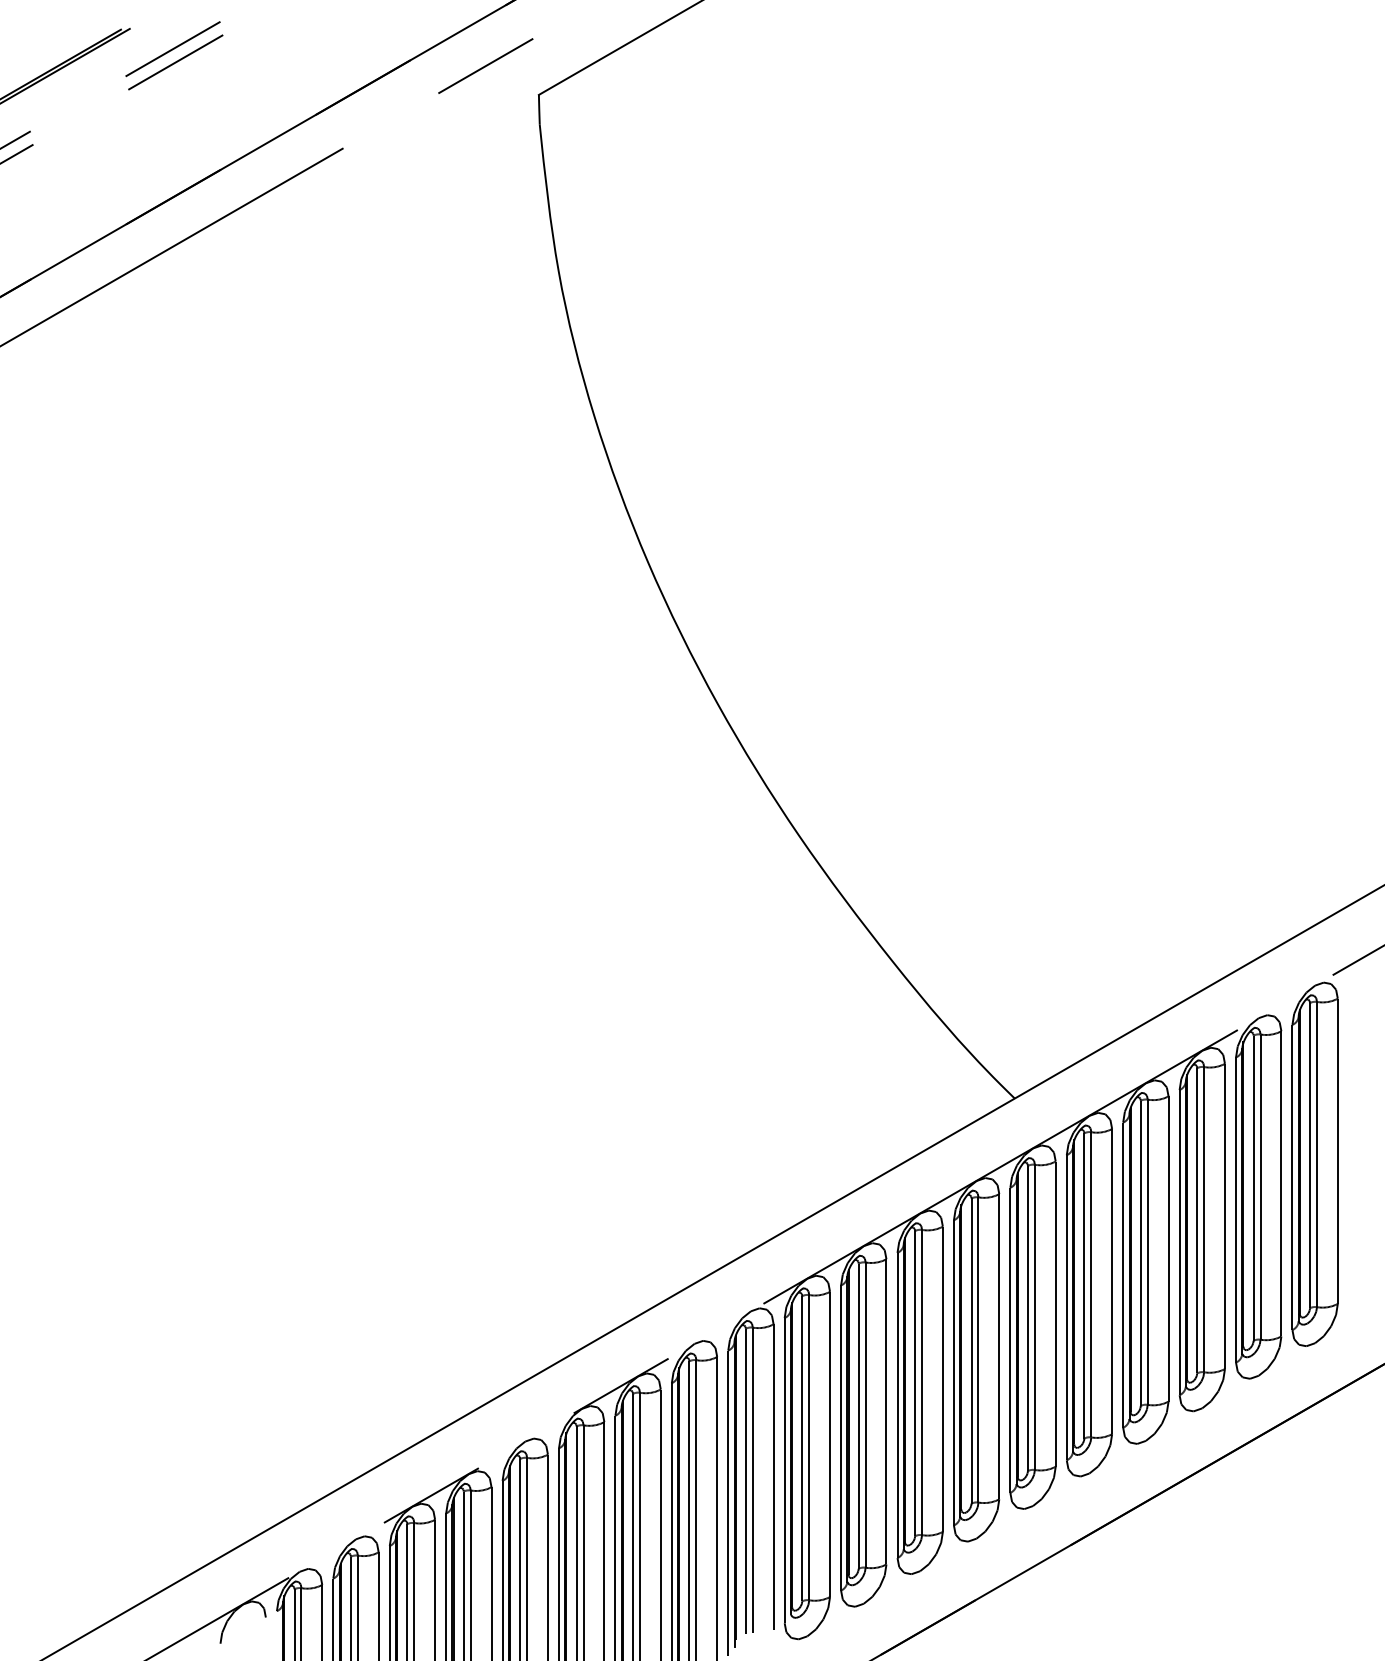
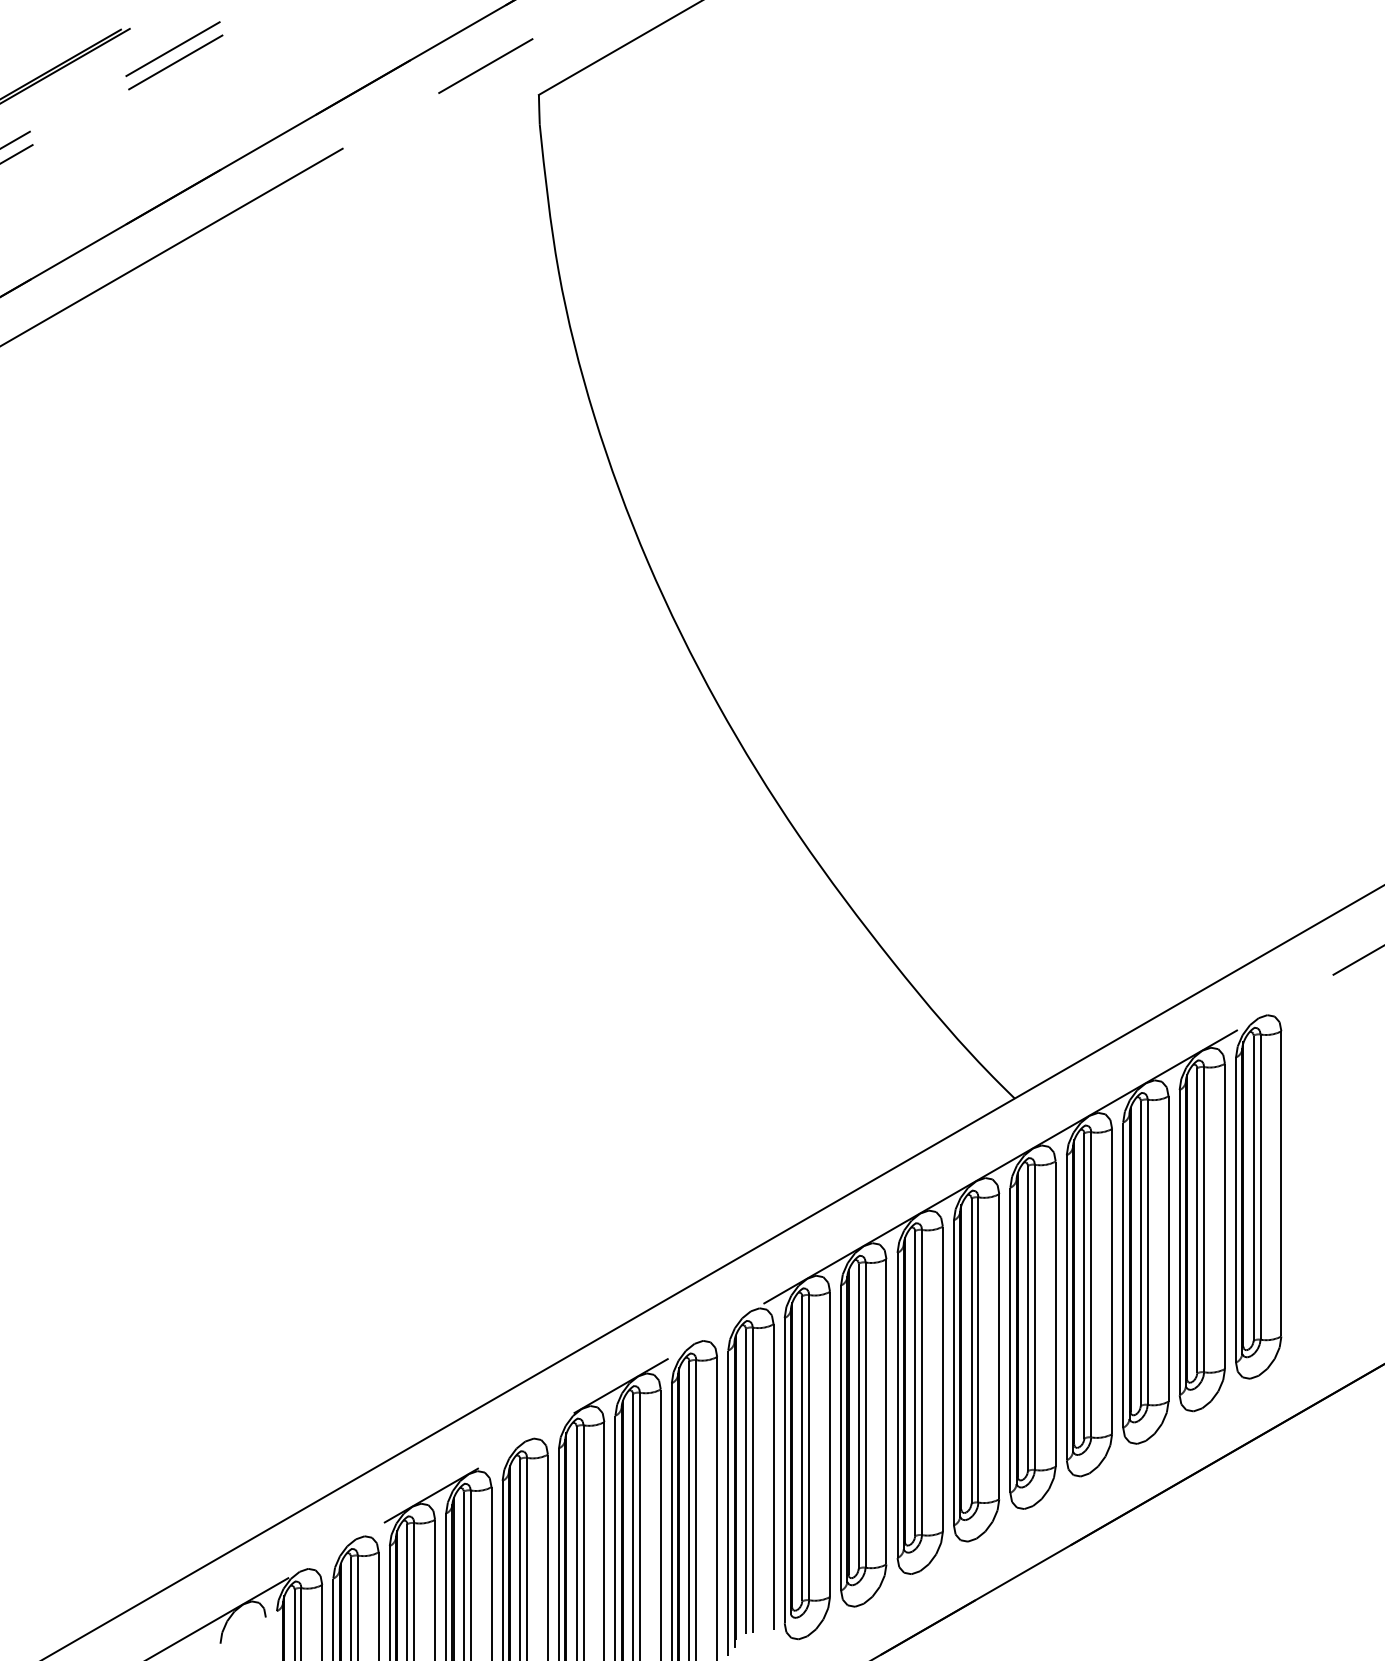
part at (1314, 1163): present -> none
